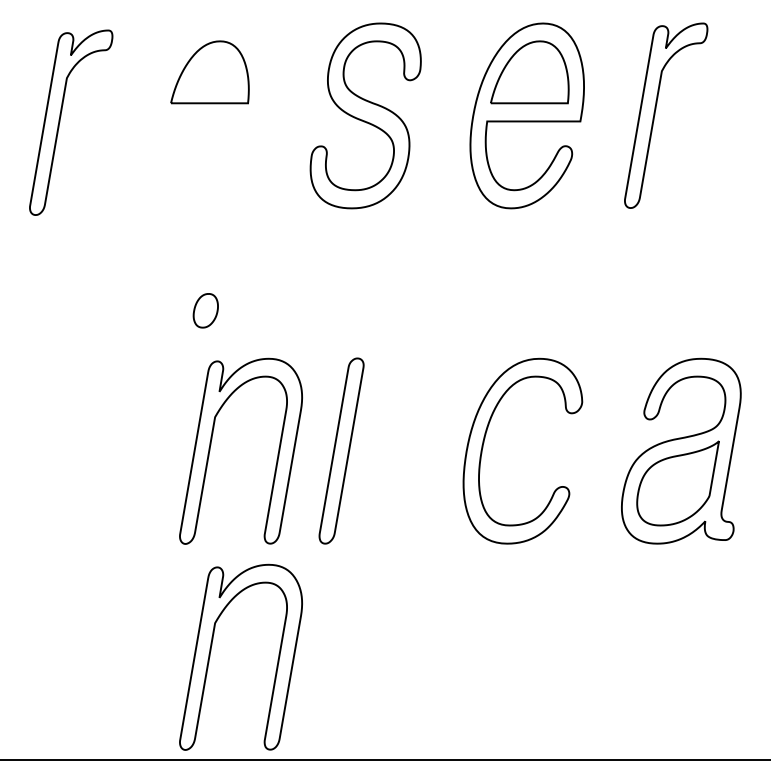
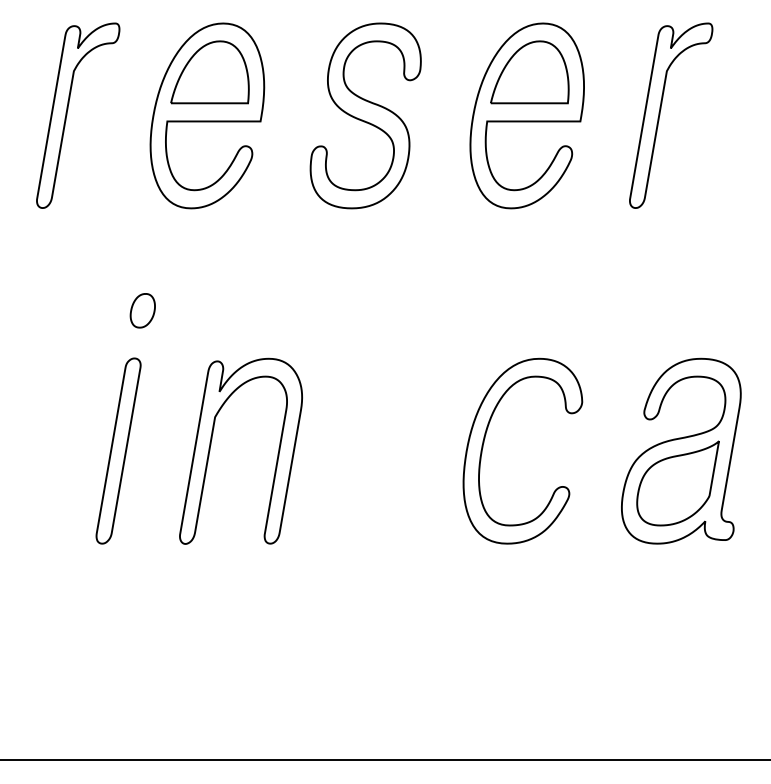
part at (207, 115): none -> present
part at (655, 115) position: (655, 115) -> (660, 115)
part at (60, 122) position: (60, 122) -> (67, 115)
part at (205, 310) position: (205, 310) -> (142, 310)
part at (341, 450) position: (341, 450) -> (118, 450)
part at (211, 651): present -> none
